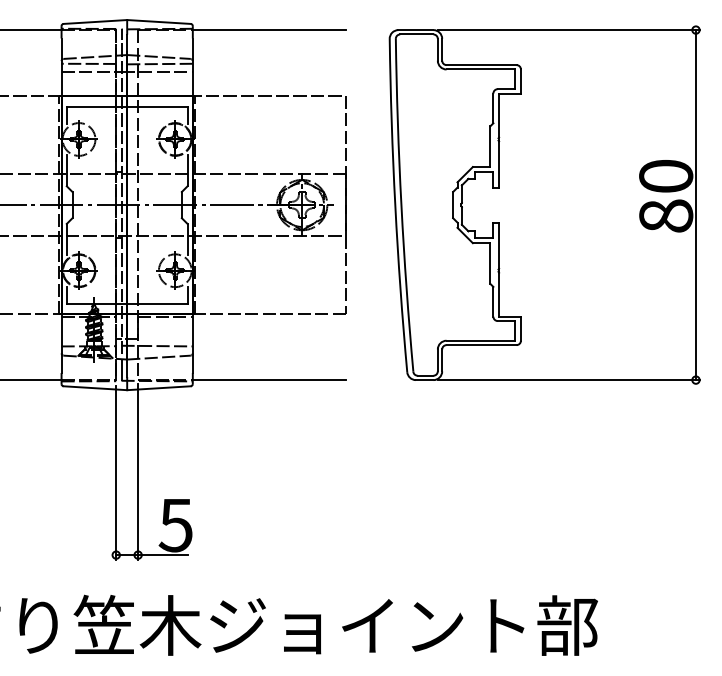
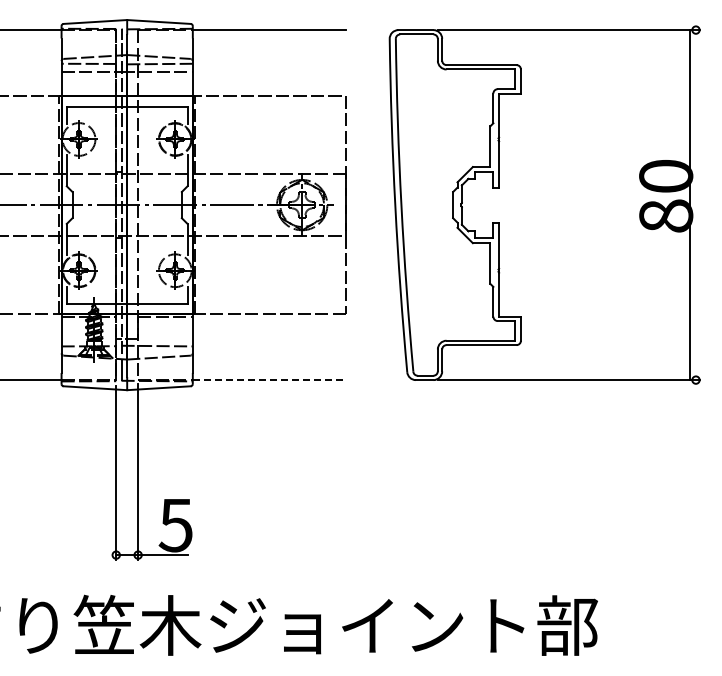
line at (695, 205) position: (695, 205) -> (689, 205)
line at (269, 380): solid -> dashed
